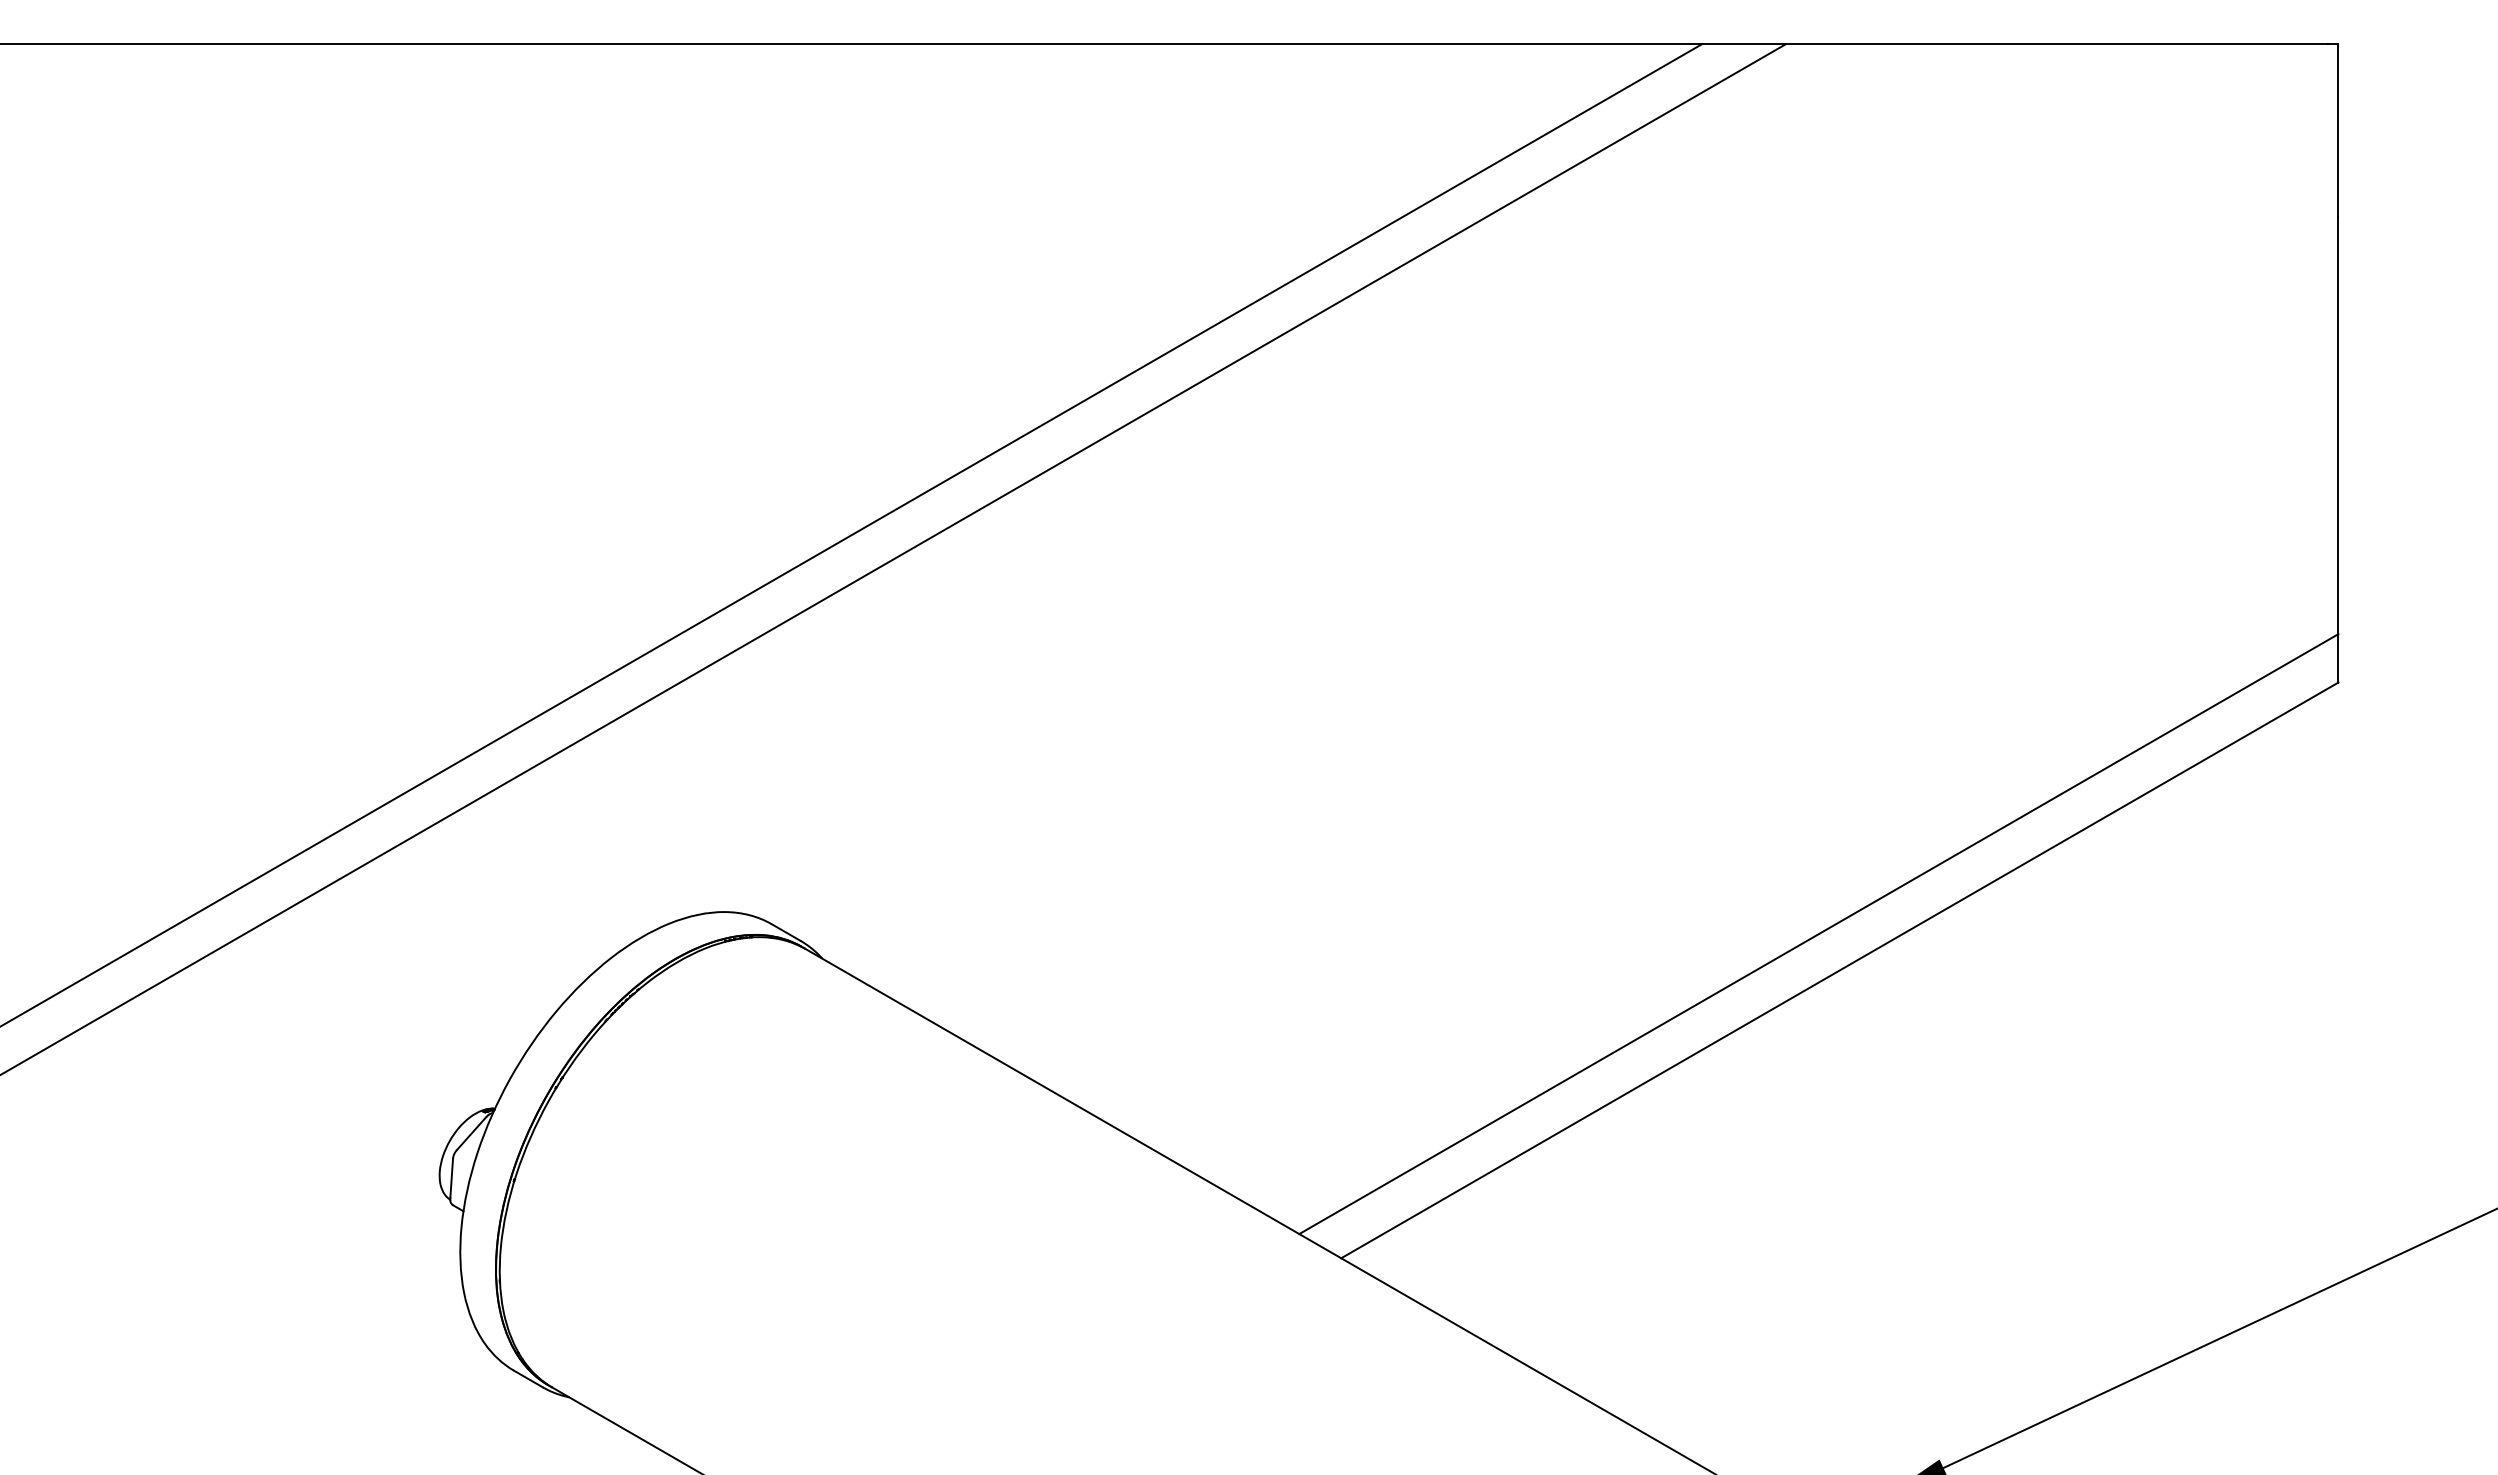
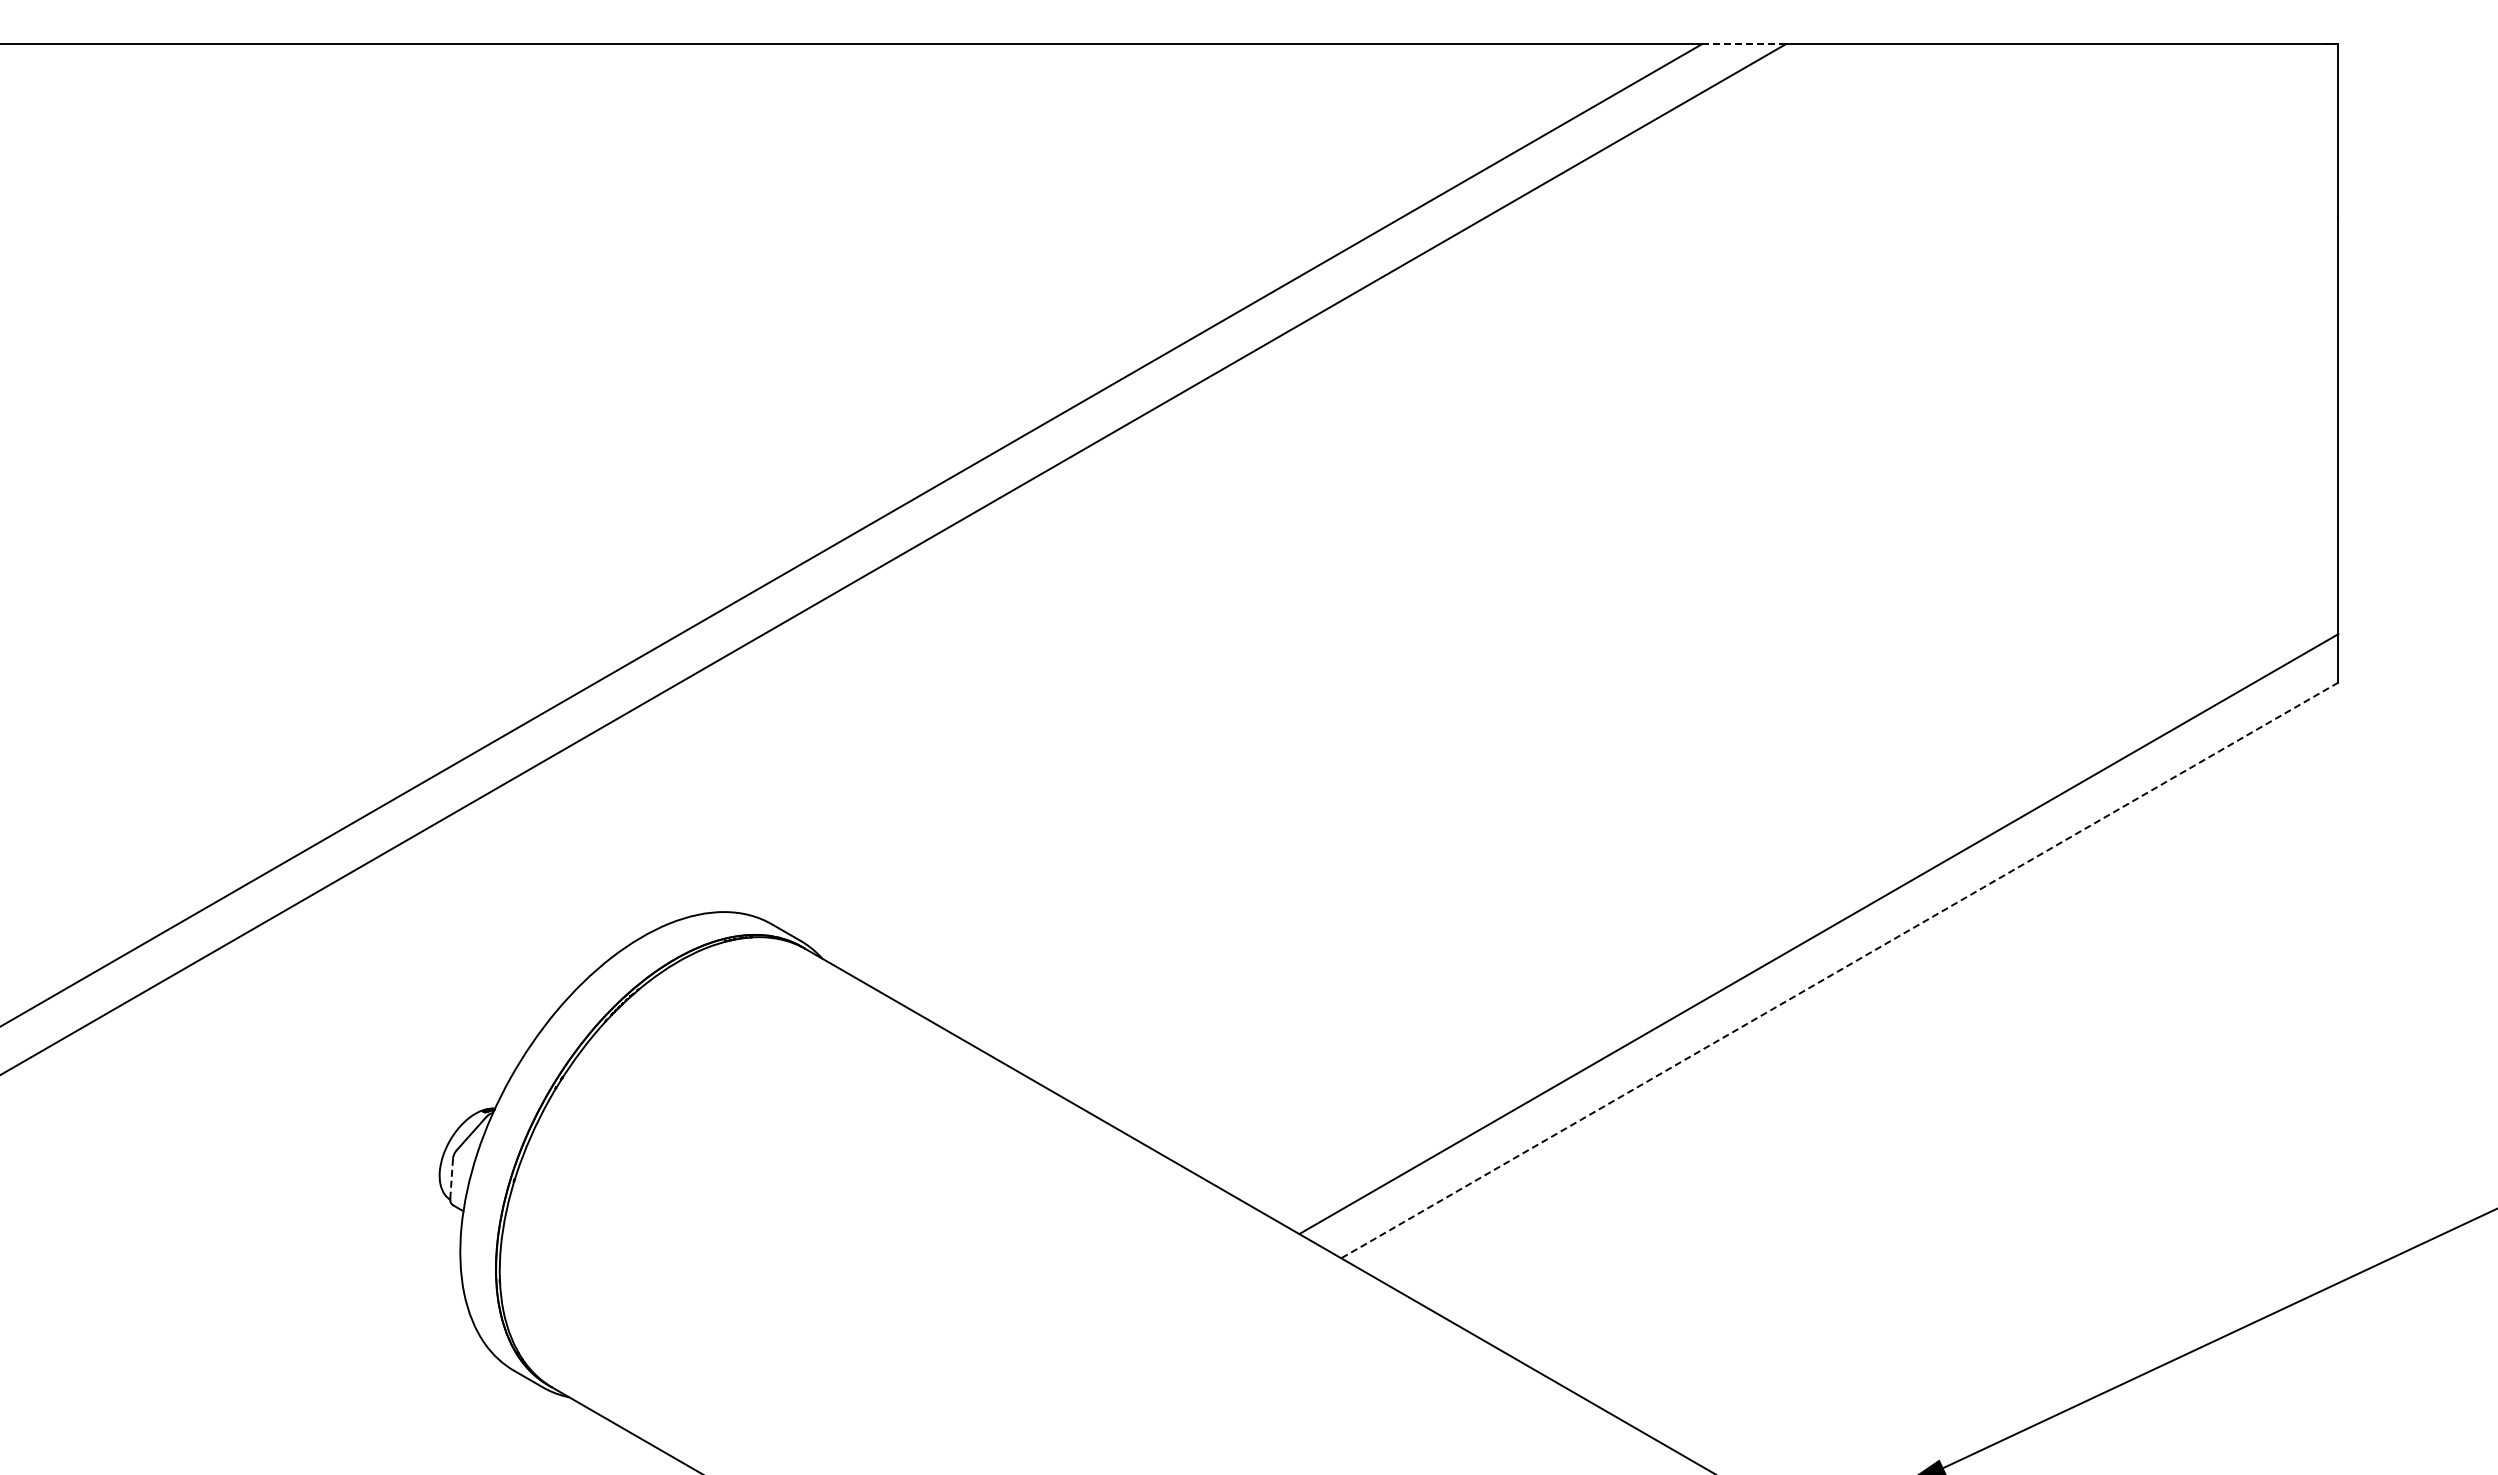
line at (1744, 44): solid -> dashed
line at (1839, 970): solid -> dashed
line at (451, 1178): solid -> dashed
